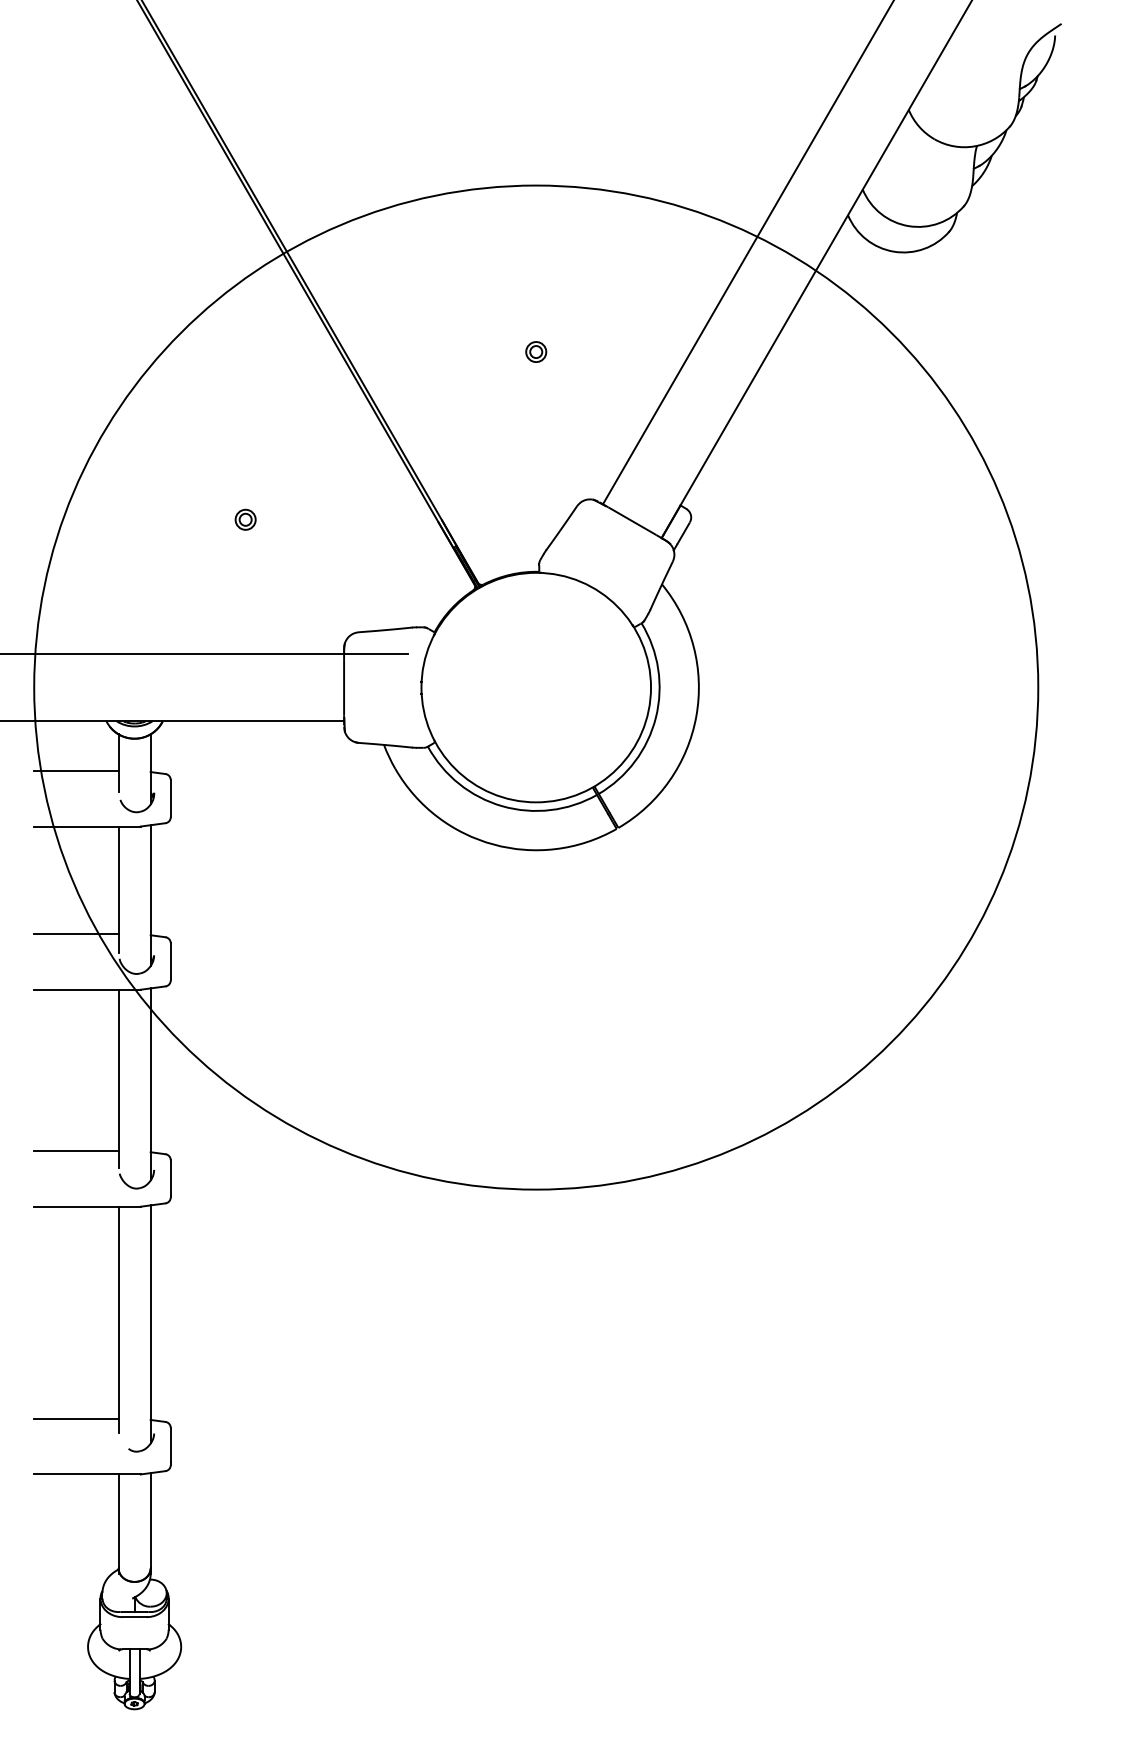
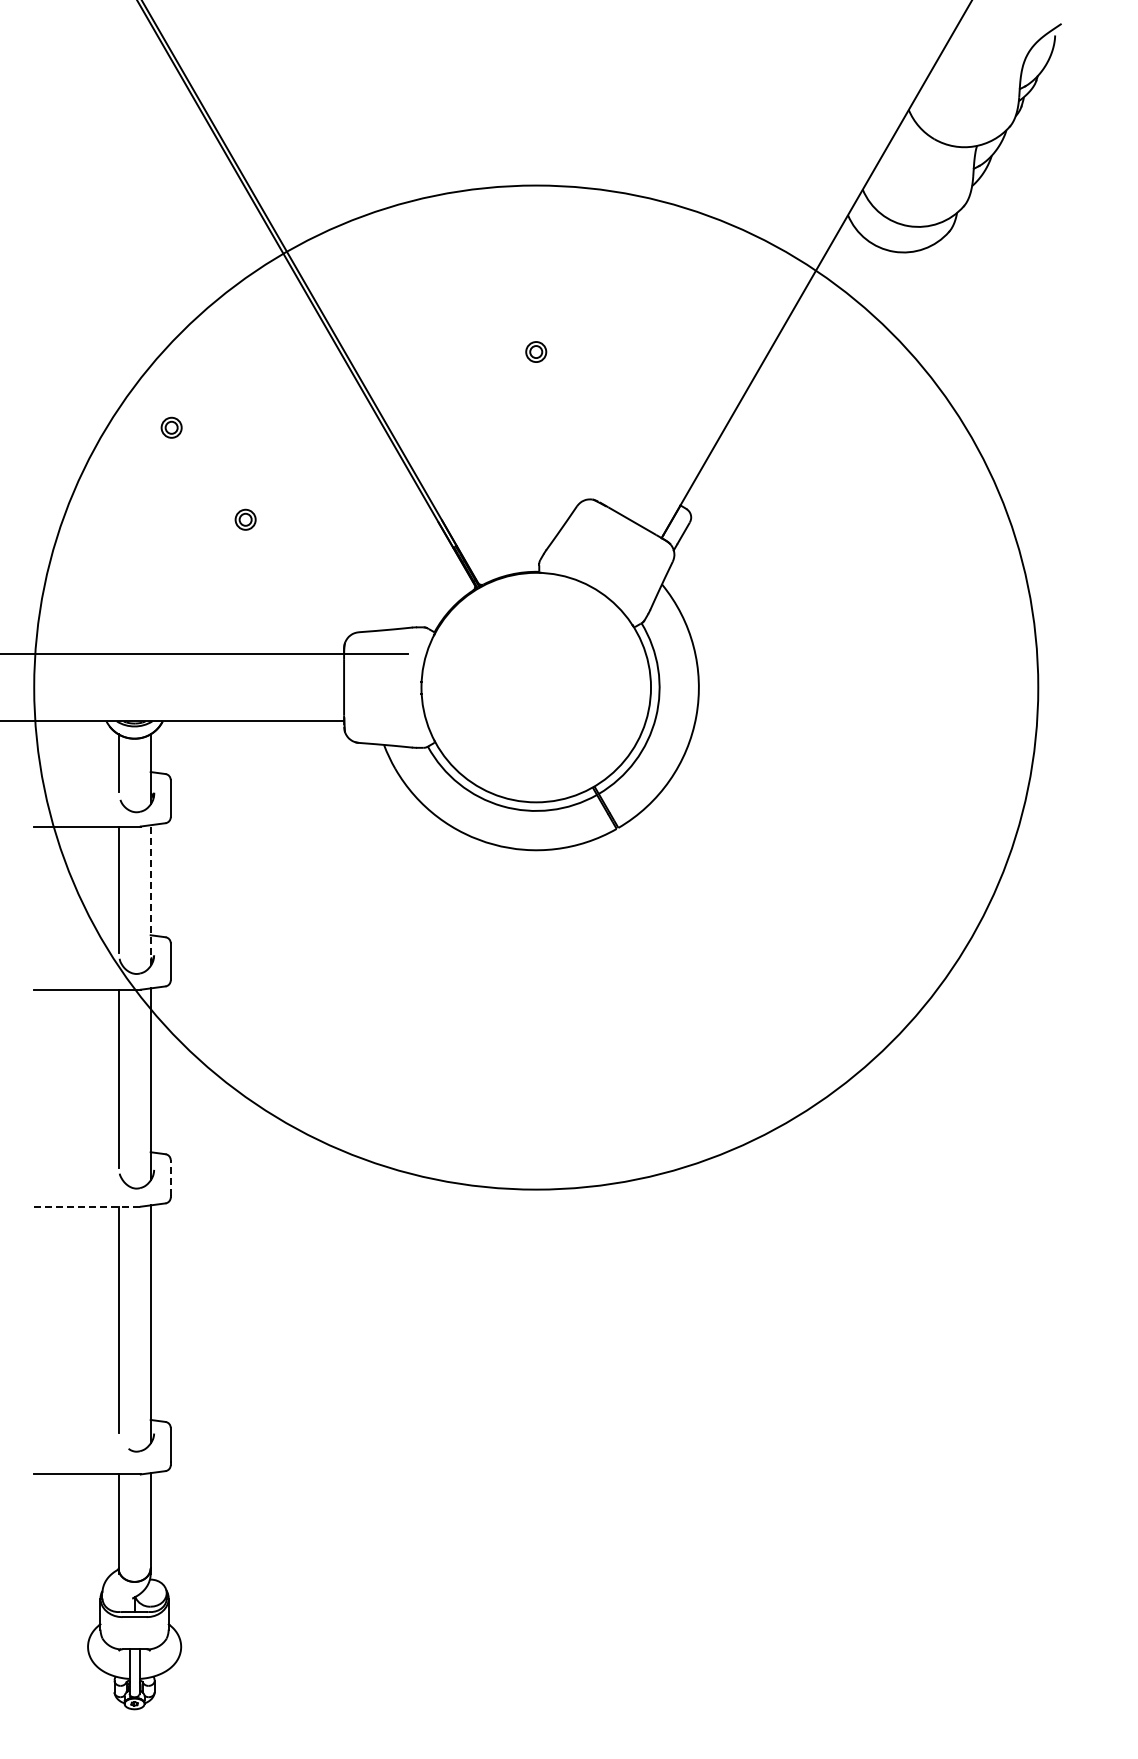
line at (747, 253): present -> none
part at (171, 427): none -> present
line at (76, 770): present -> none
line at (150, 895): solid -> dashed
line at (76, 933): present -> none
line at (76, 1150): present -> none
line at (170, 1178): solid -> dashed
line at (87, 1206): solid -> dashed
line at (76, 1418): present -> none
